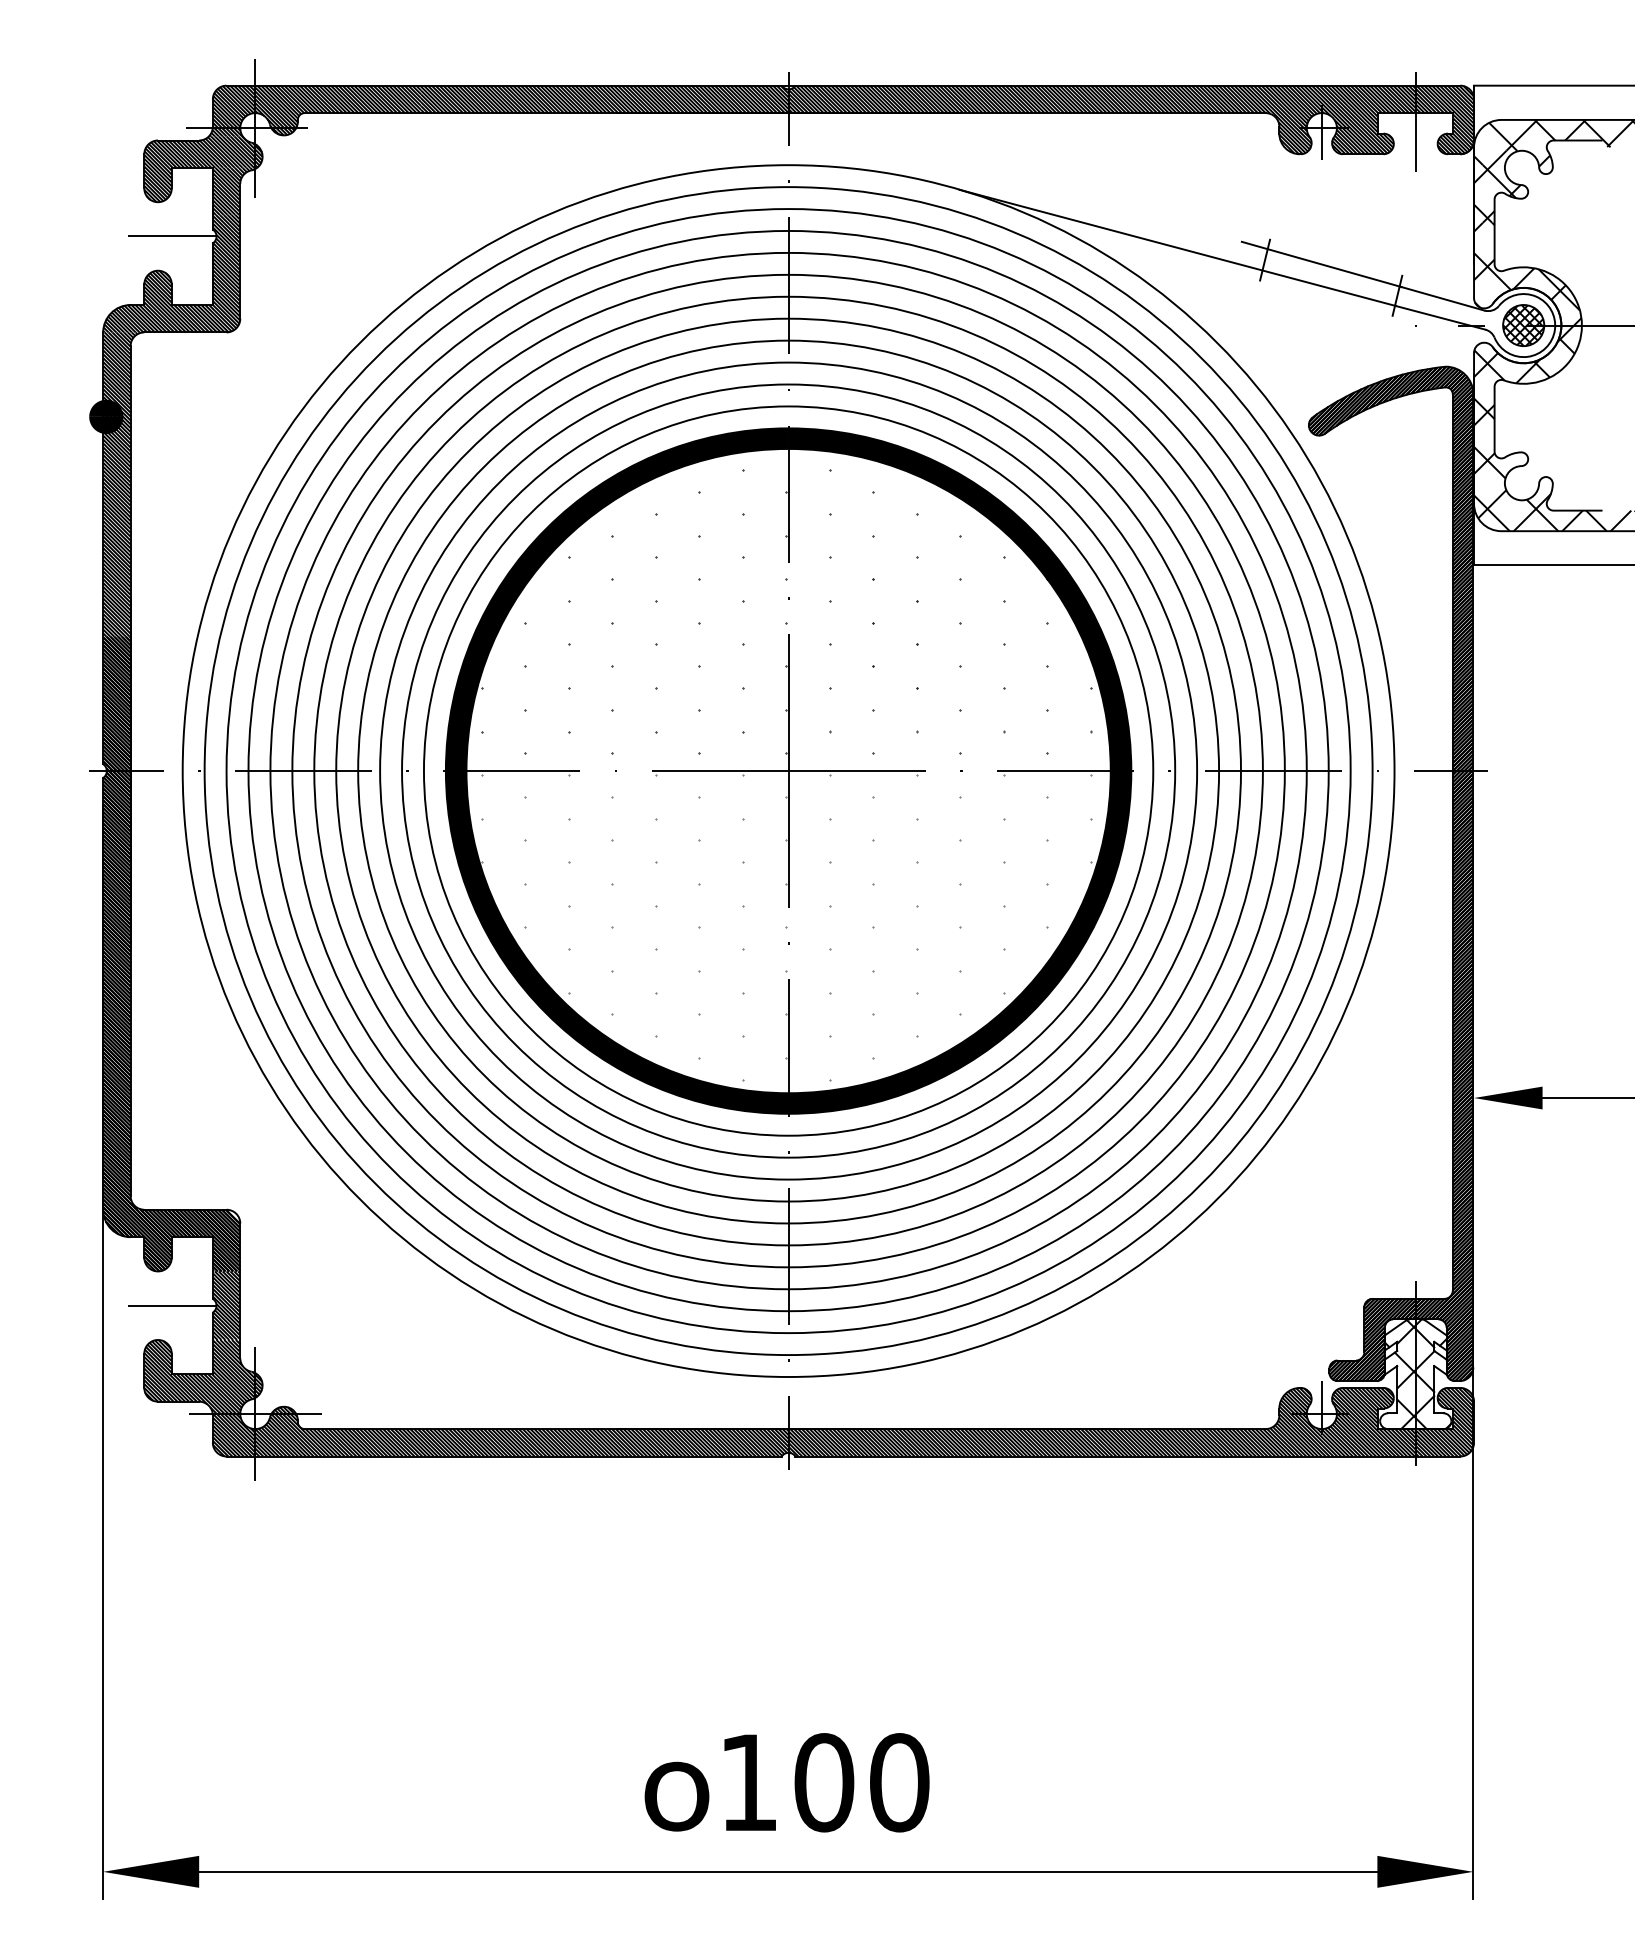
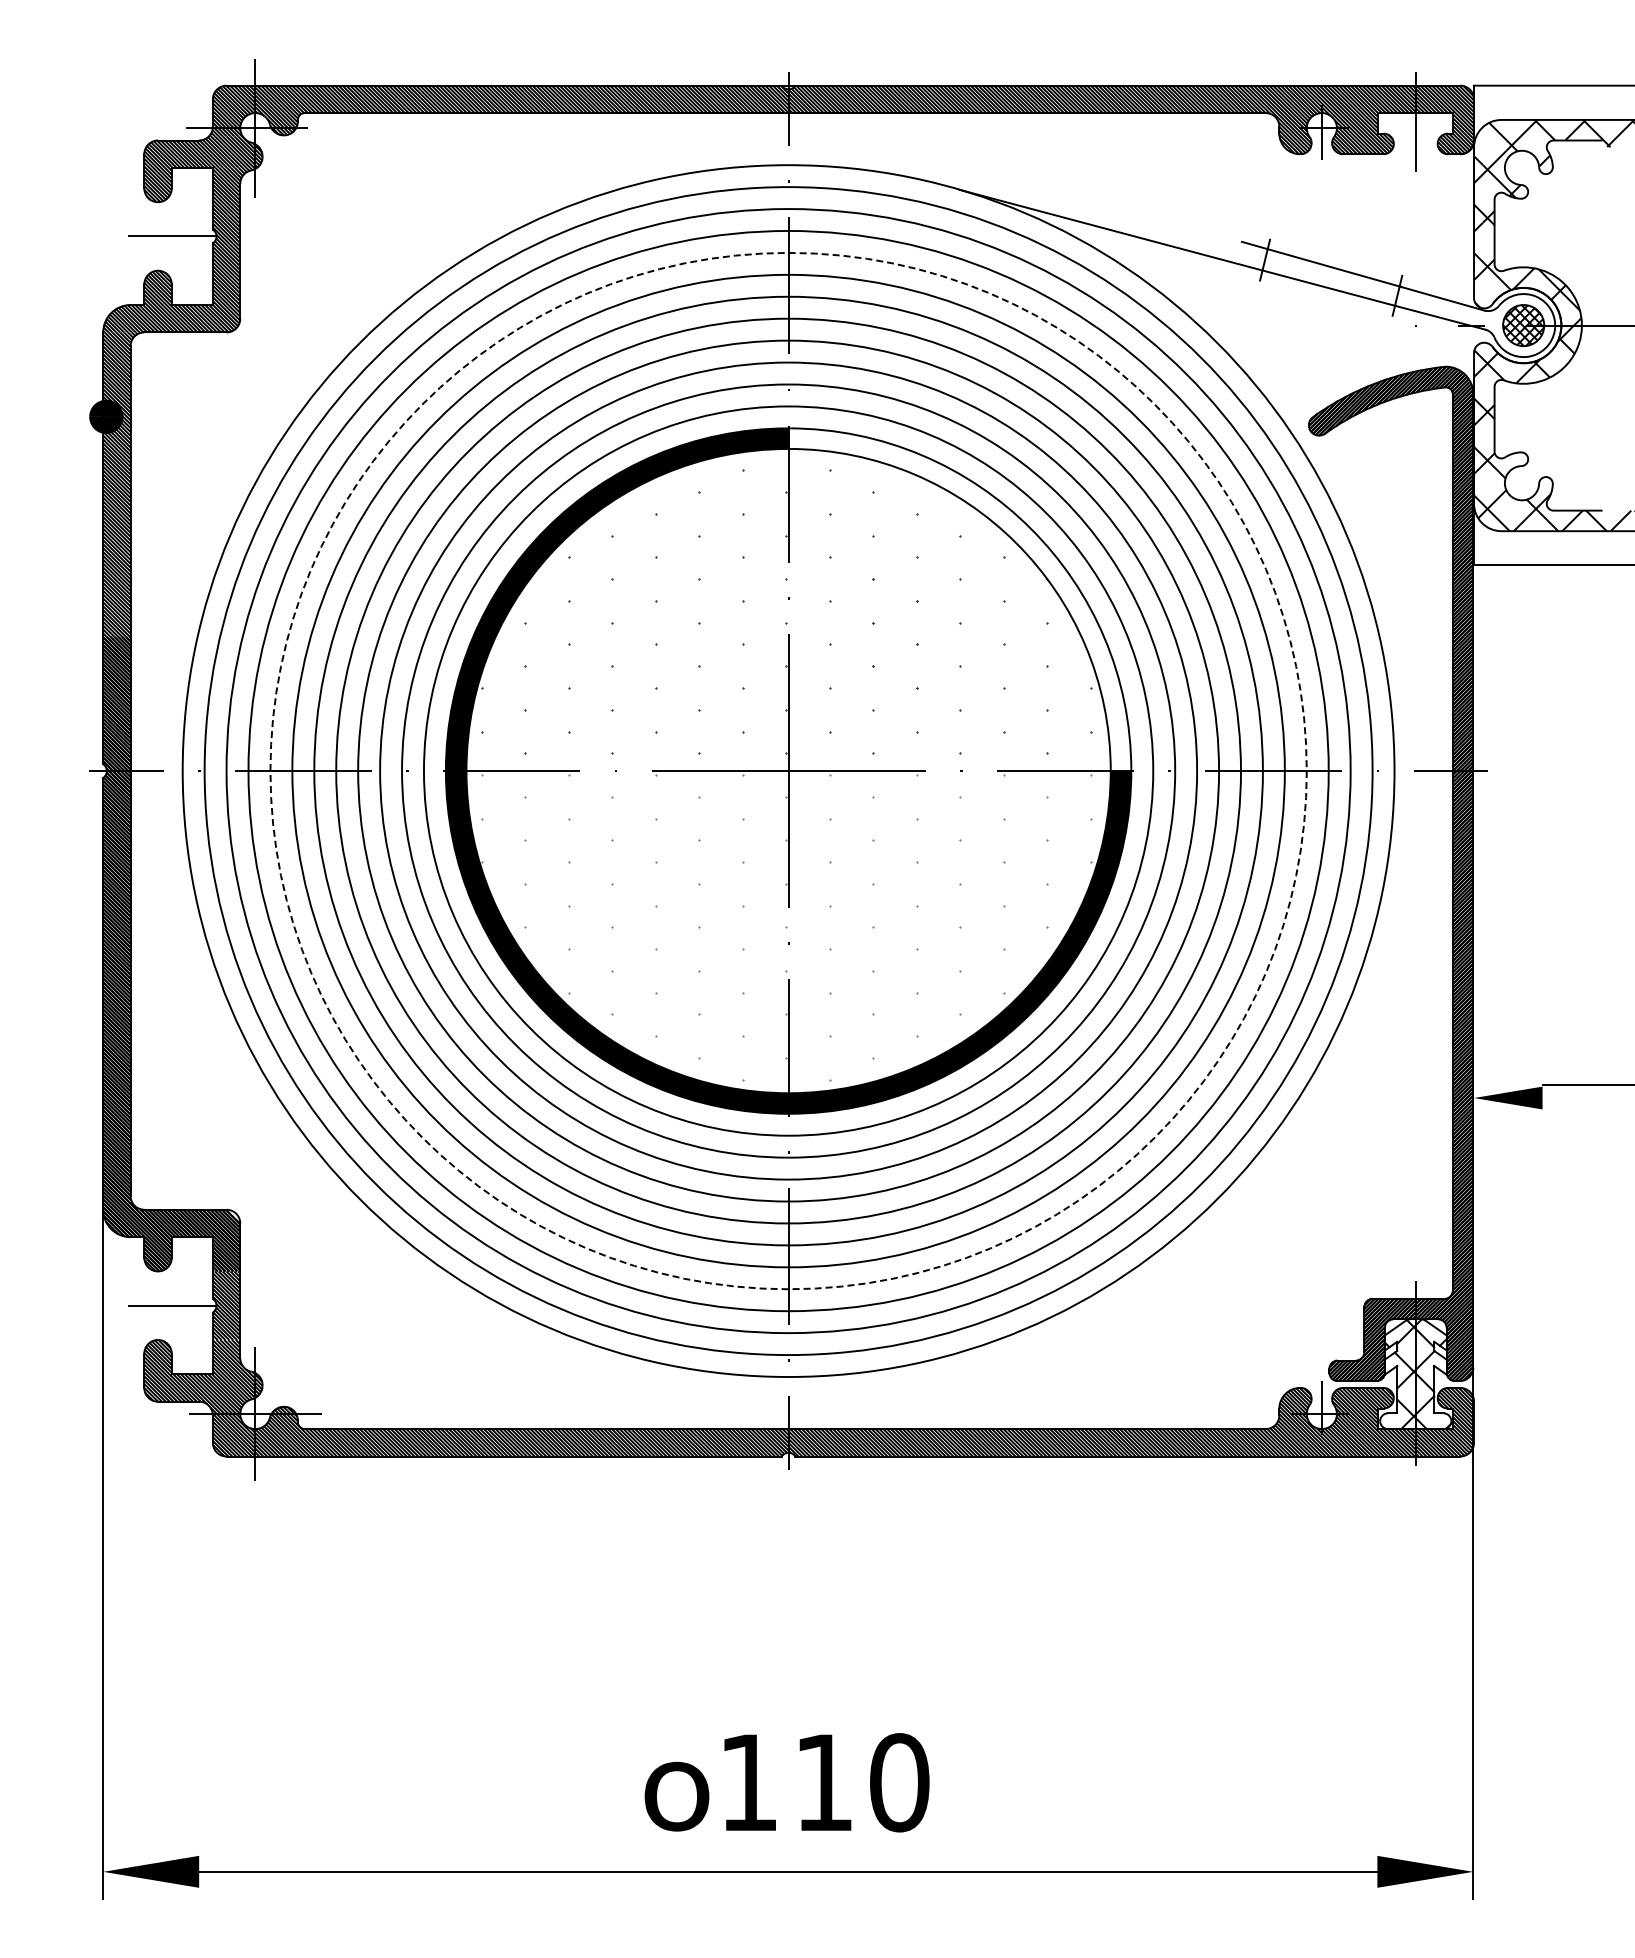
fill at (959, 599): present -> none
circle at (788, 770): solid -> dashed
line at (1586, 1098) position: (1586, 1098) -> (1586, 1085)
text at (824, 1782): 100 -> 110
